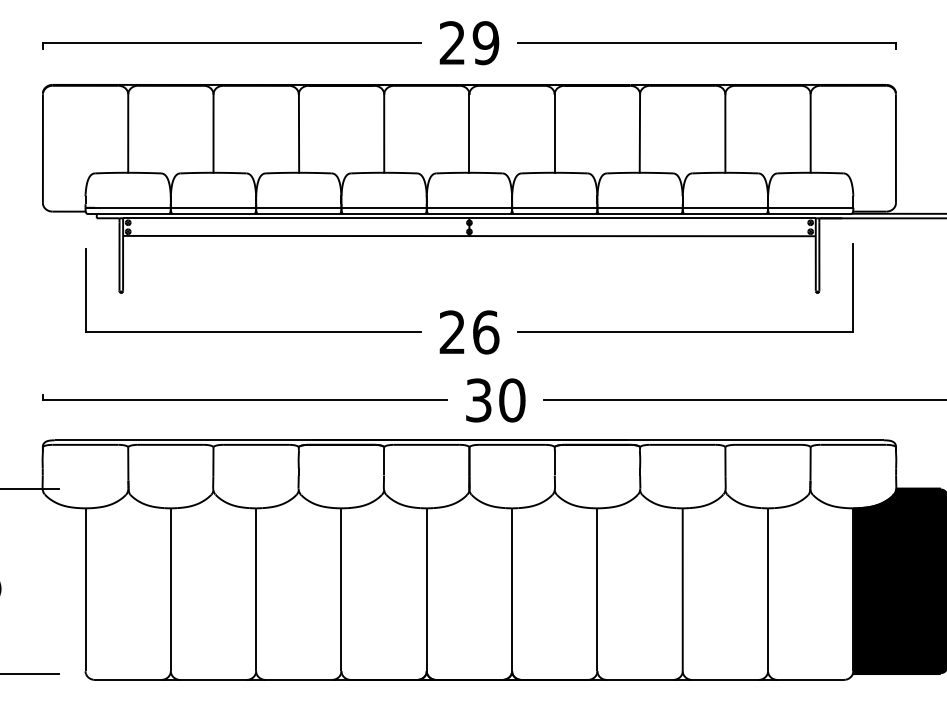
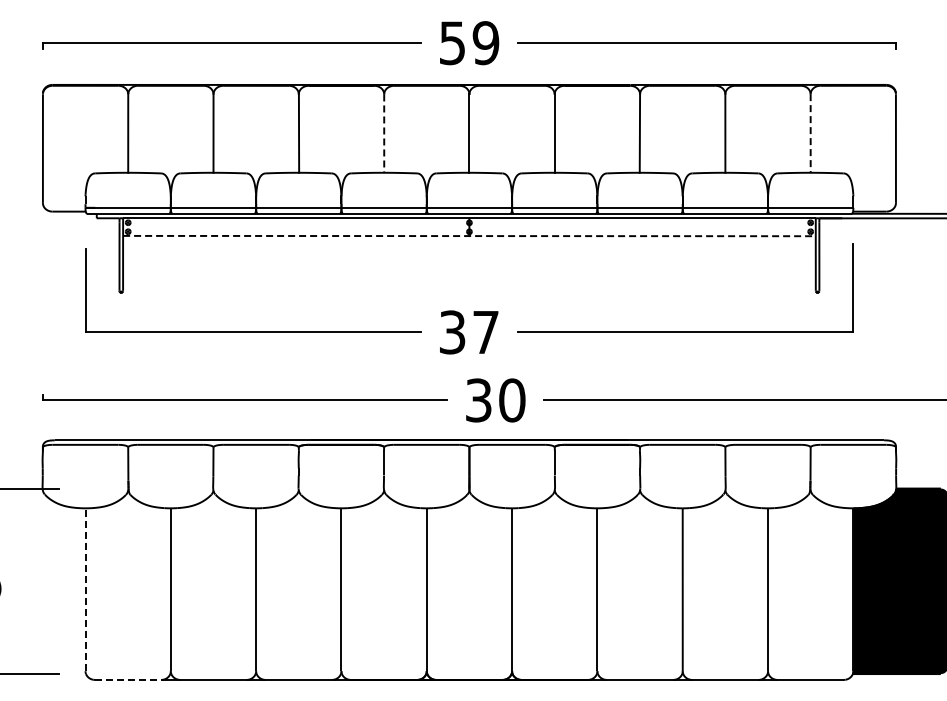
text at (451, 43): 29 -> 59
line at (810, 133): solid -> dashed
line at (384, 134): solid -> dashed
line at (469, 236): solid -> dashed
text at (469, 332): 26 -> 37
line at (85, 589): solid -> dashed
line at (128, 679): solid -> dashed
